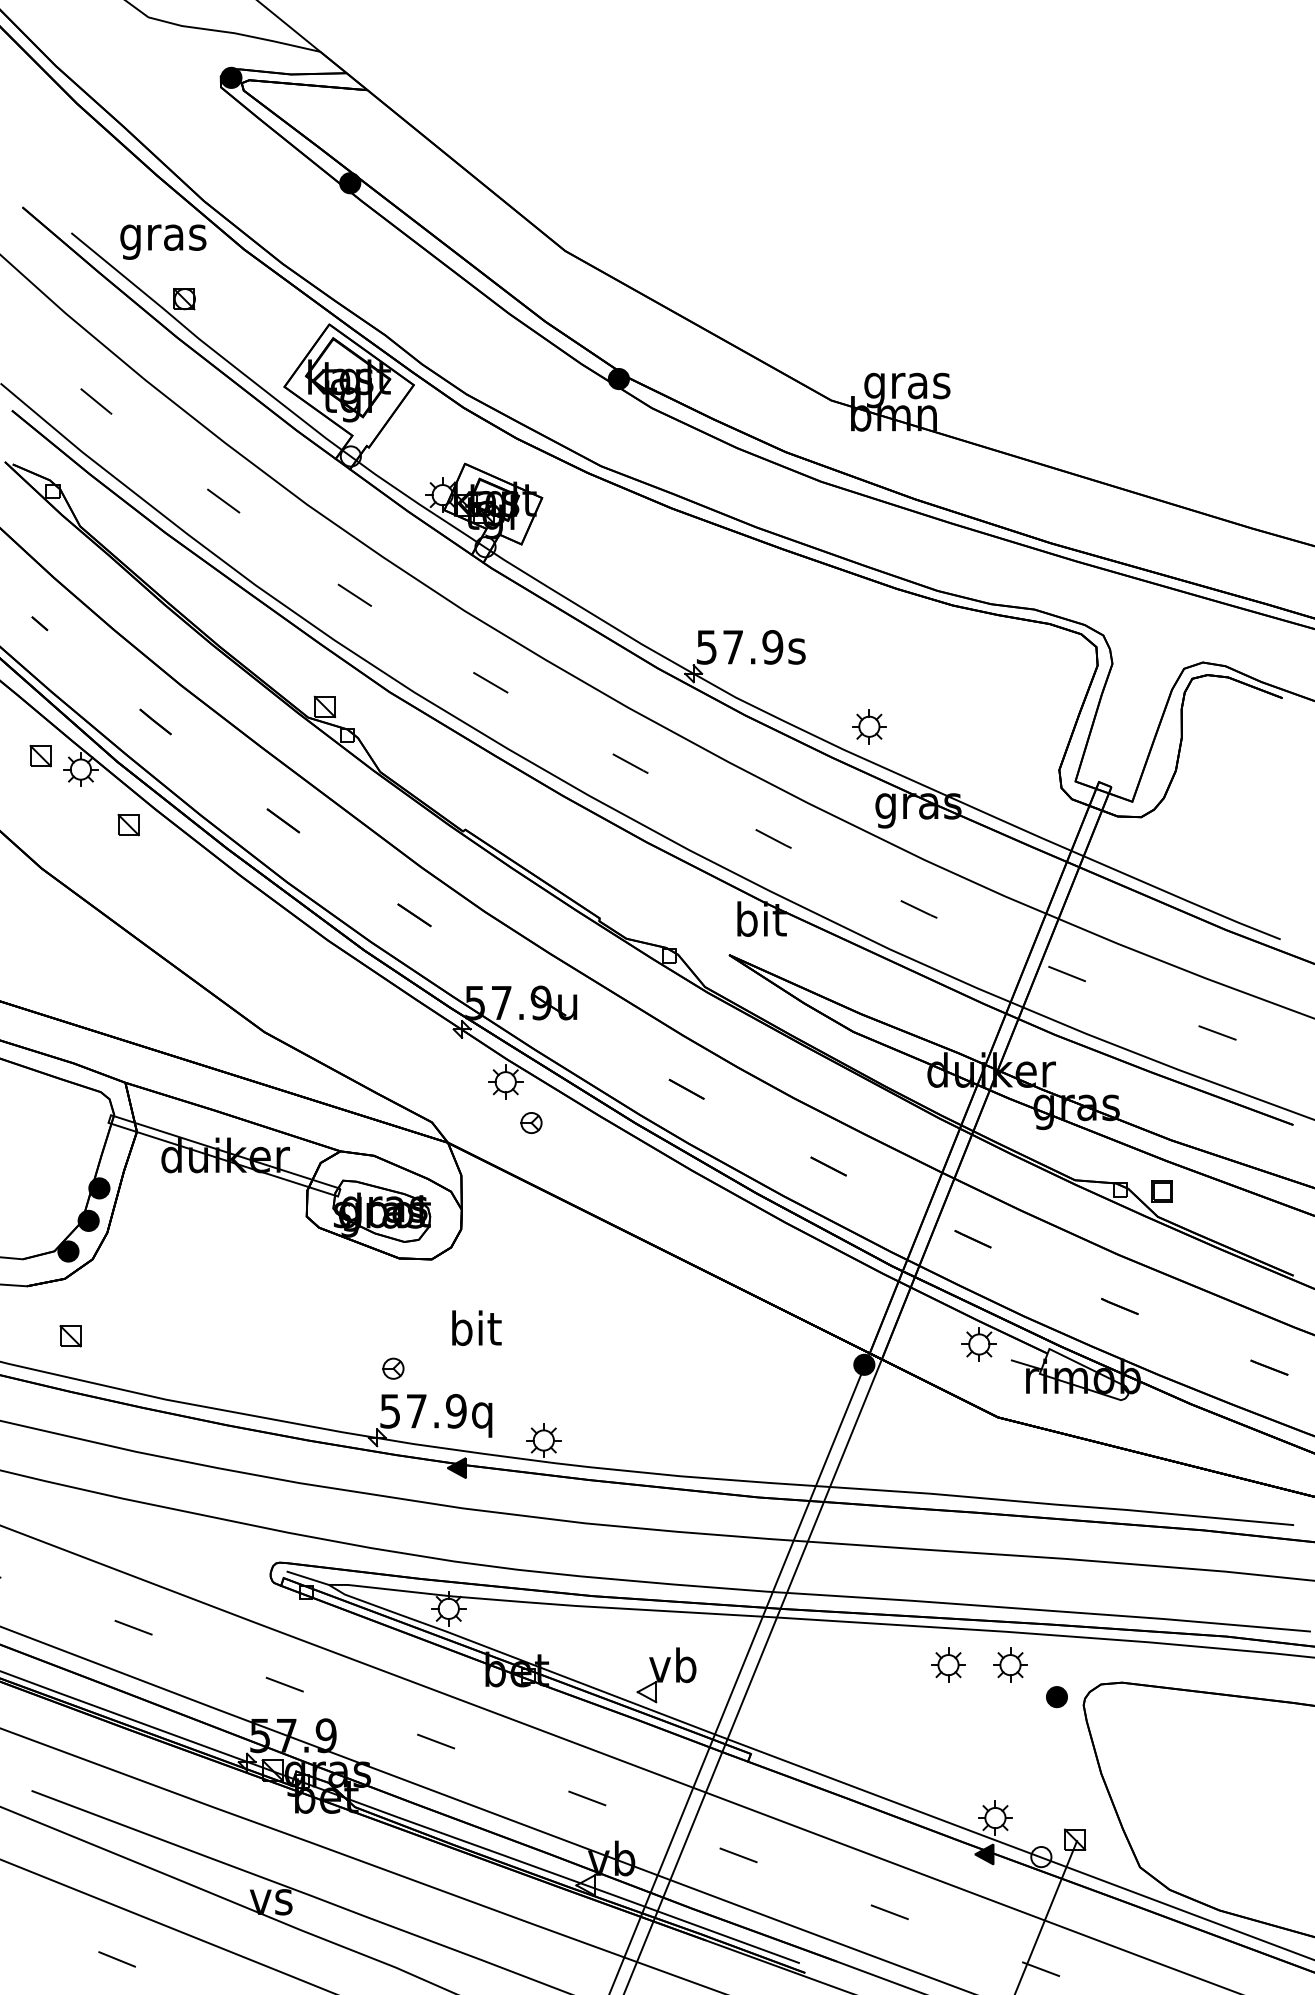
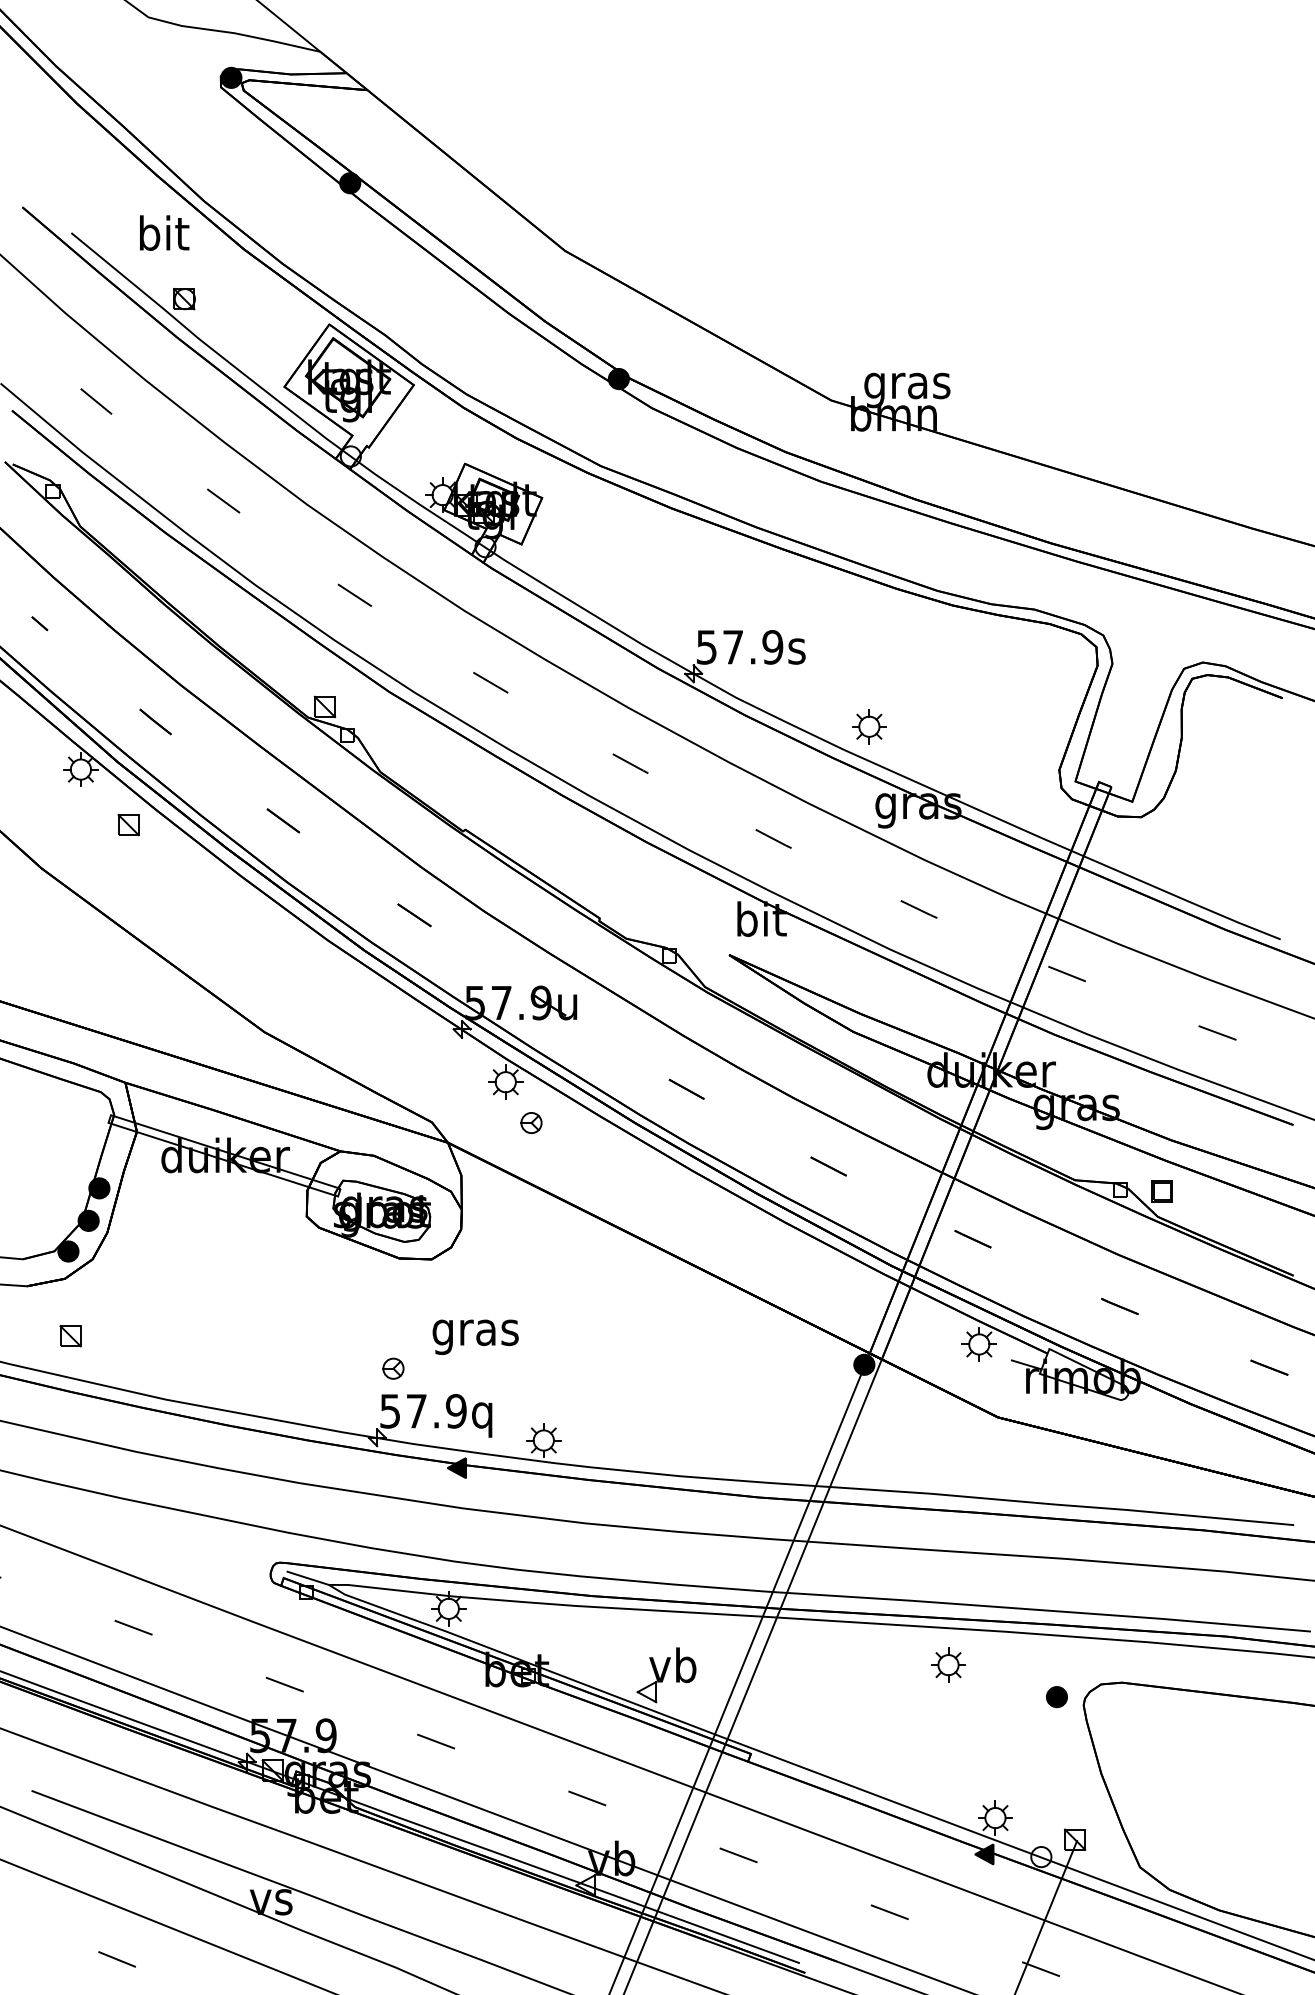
text at (163, 237): gras -> bit
part at (40, 755): present -> none
text at (475, 1332): bit -> gras
part at (1010, 1664): present -> none
